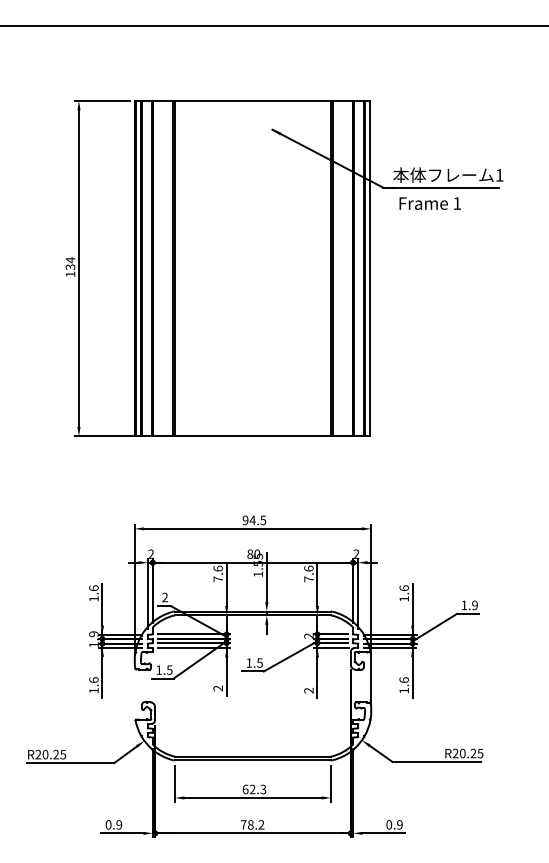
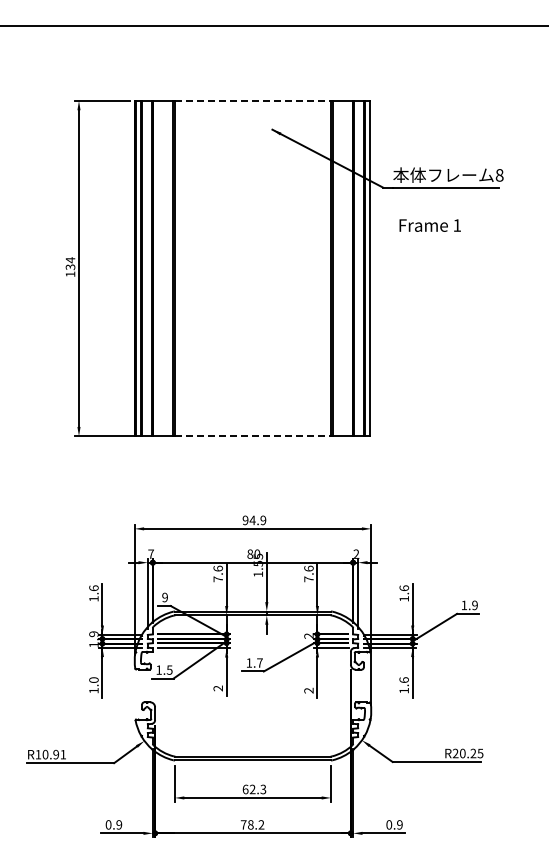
line at (253, 100): solid -> dashed
text at (499, 175): 1 -> 8
text at (429, 203) position: (429, 203) -> (429, 225)
line at (253, 436): solid -> dashed
text at (263, 519): 94.5 -> 94.9
text at (150, 553): 2 -> 7
text at (164, 597): 2 -> 9
text at (259, 662): 1.5 -> 1.7
text at (93, 679): 1.6 -> 1.0
text at (50, 754): R20.25 -> R10.91
